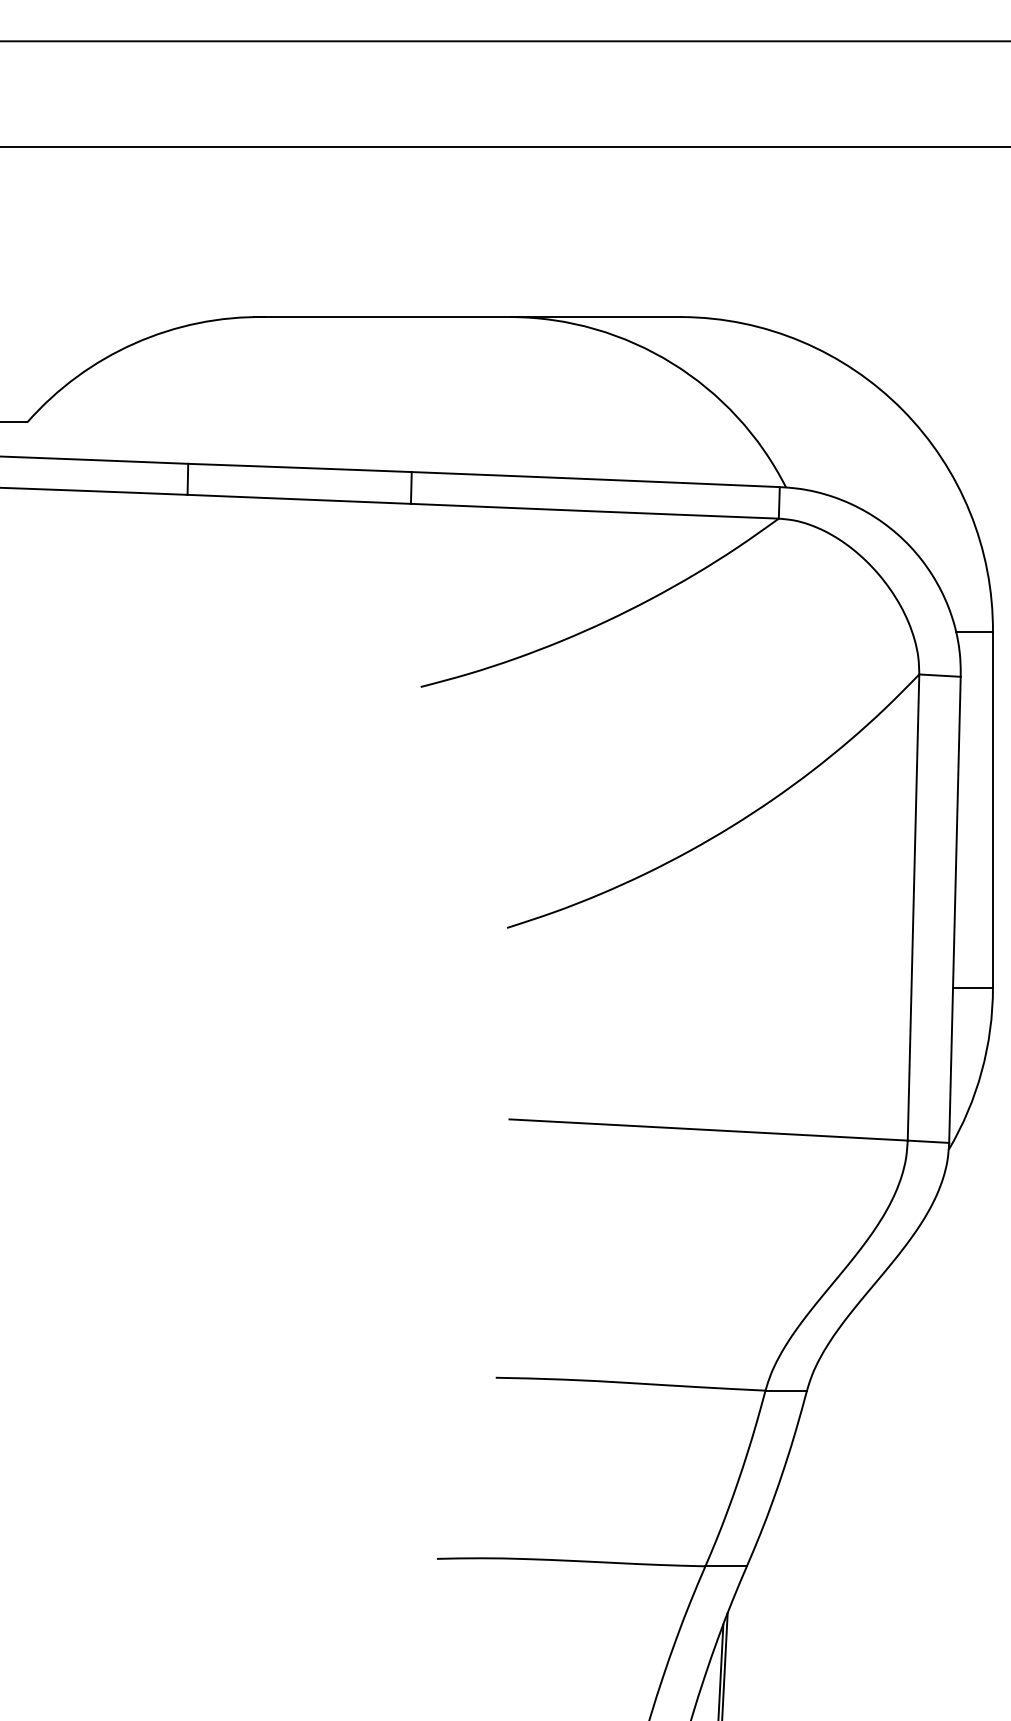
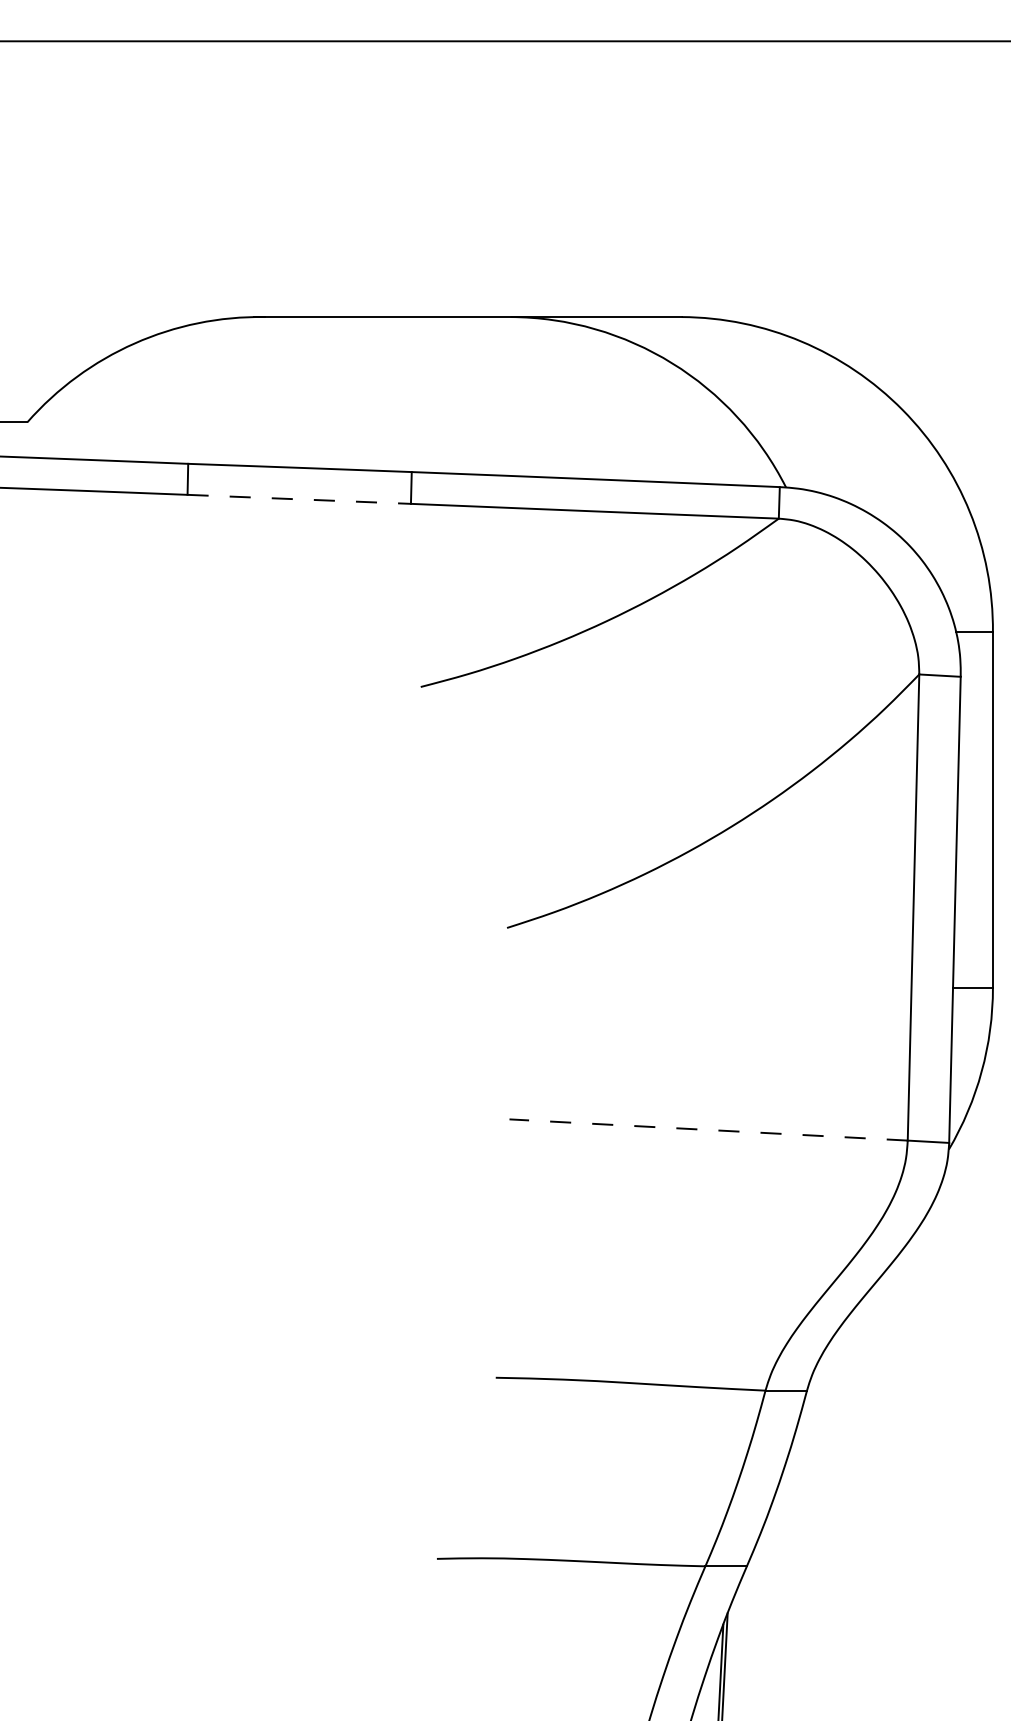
line at (504, 146): present -> none
line at (299, 499): solid -> dashed
line at (708, 1129): solid -> dashed
